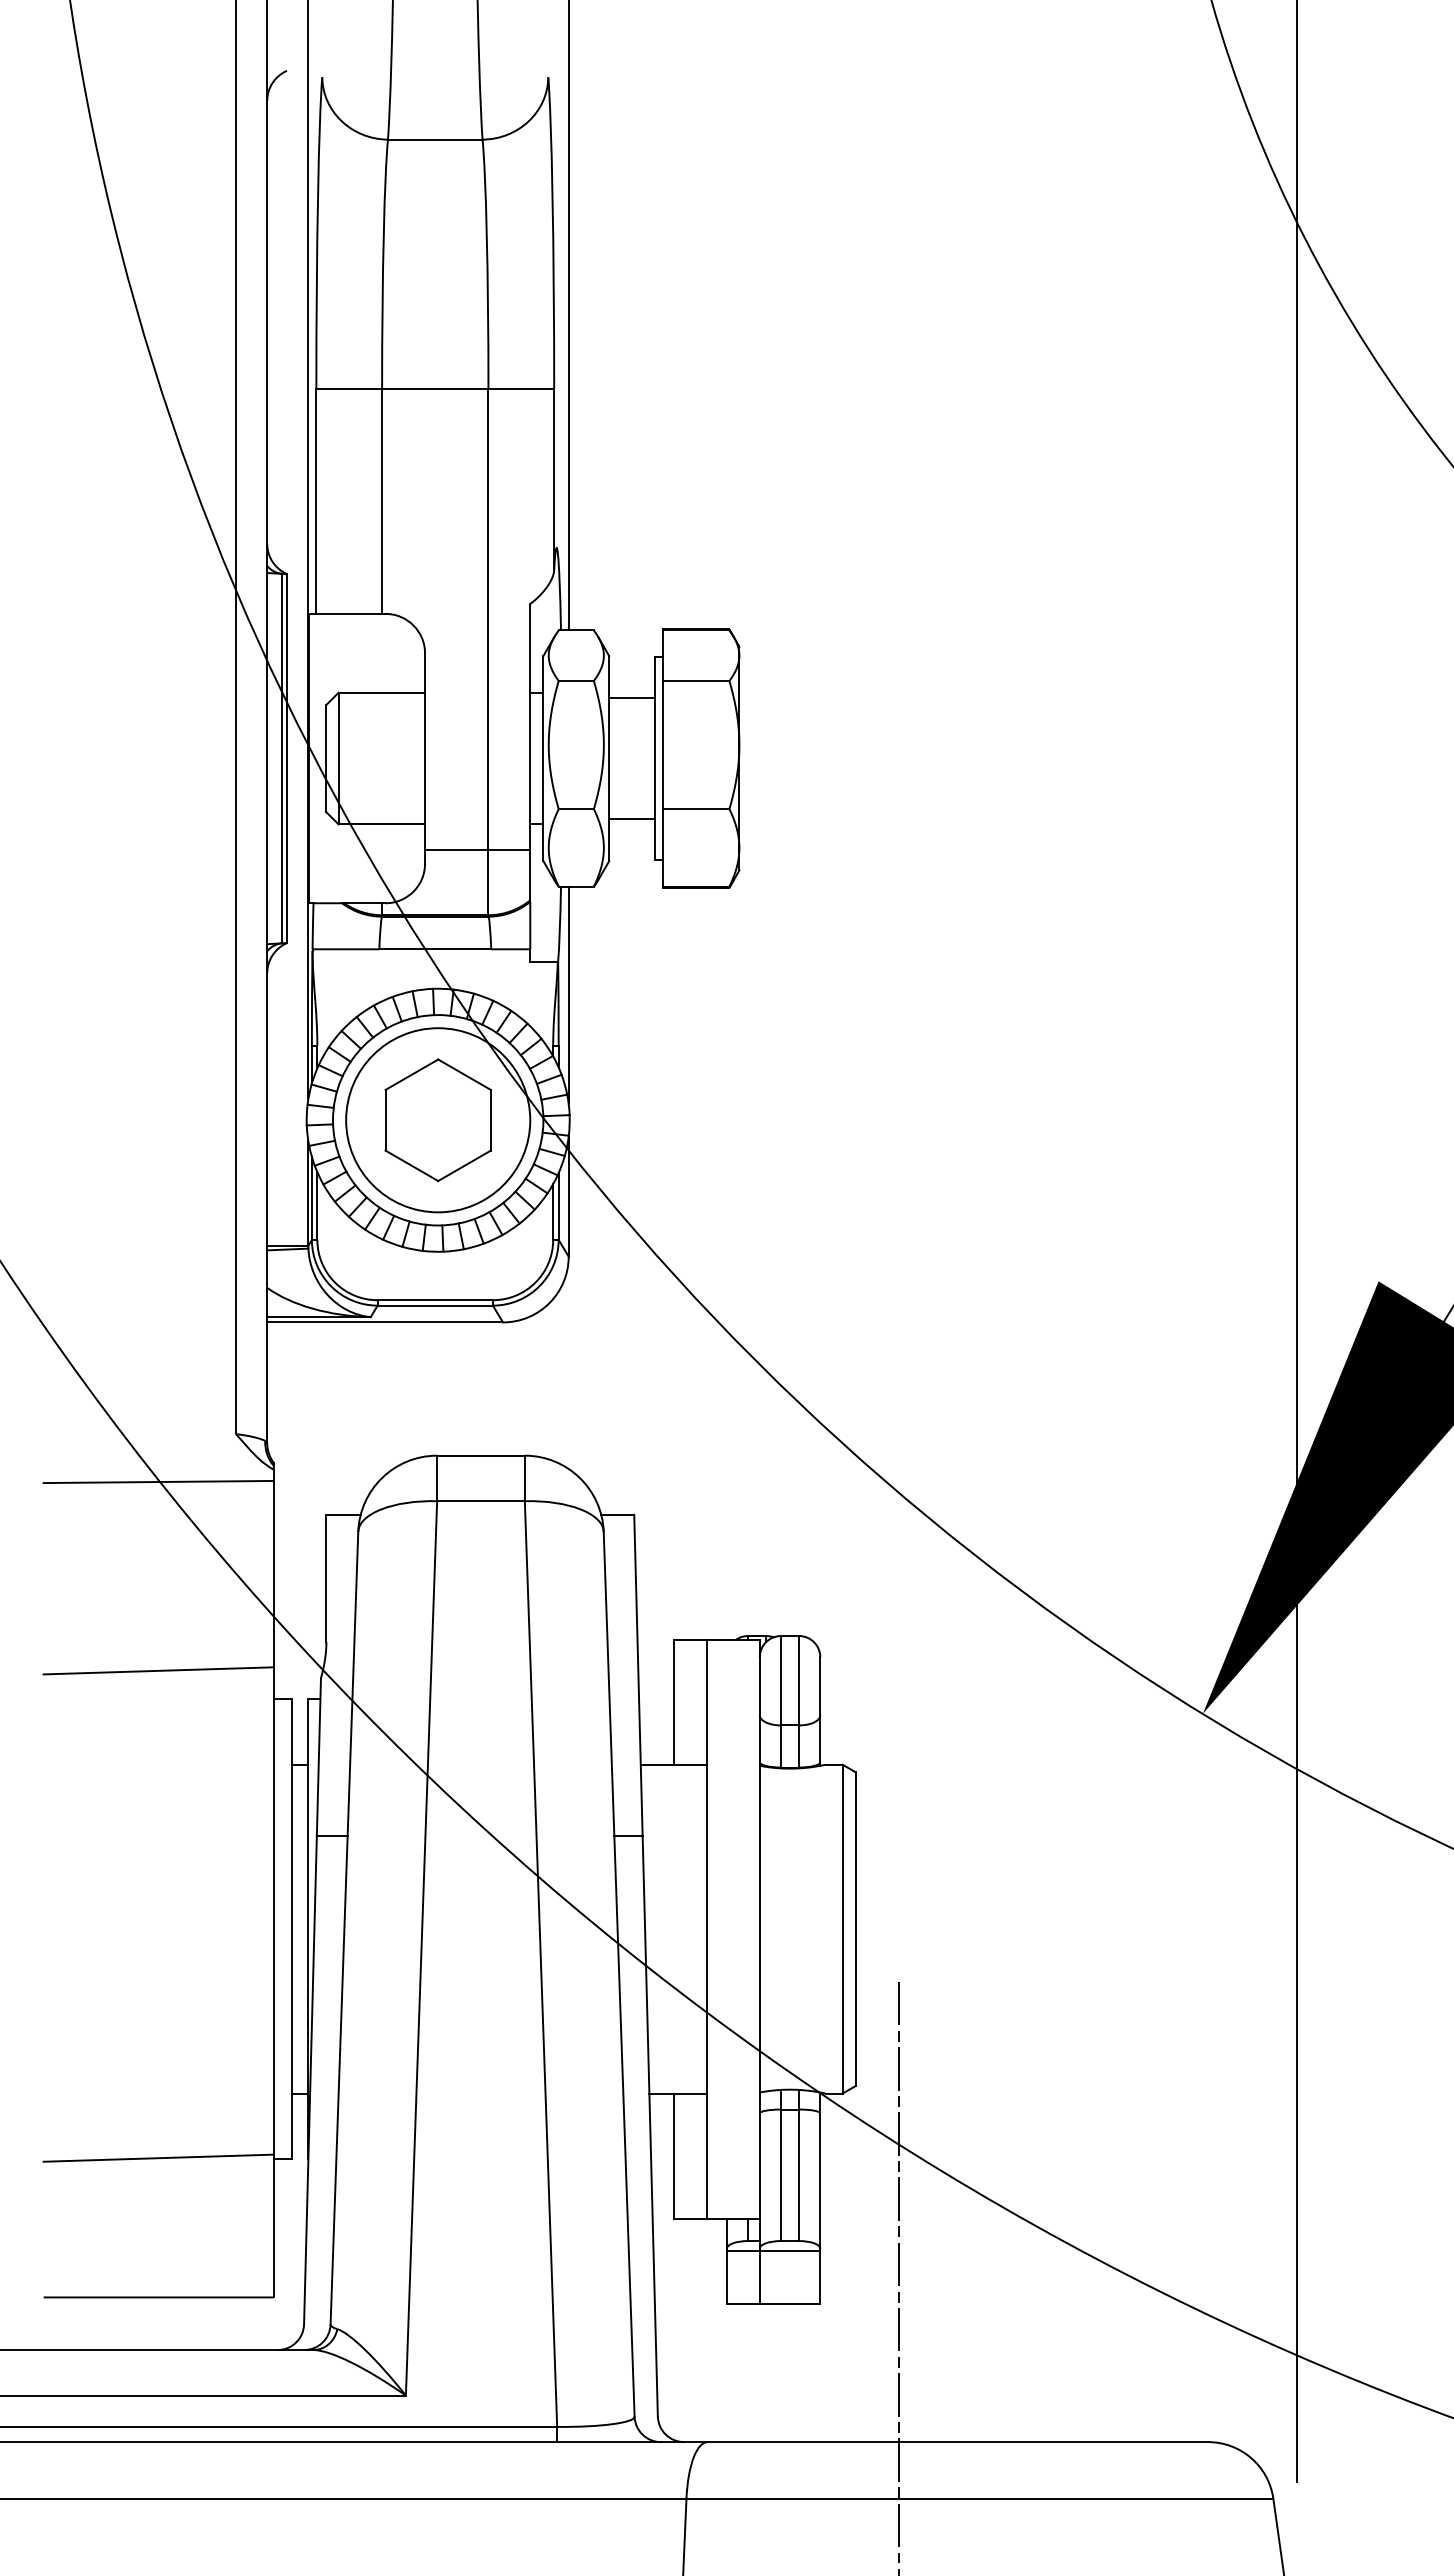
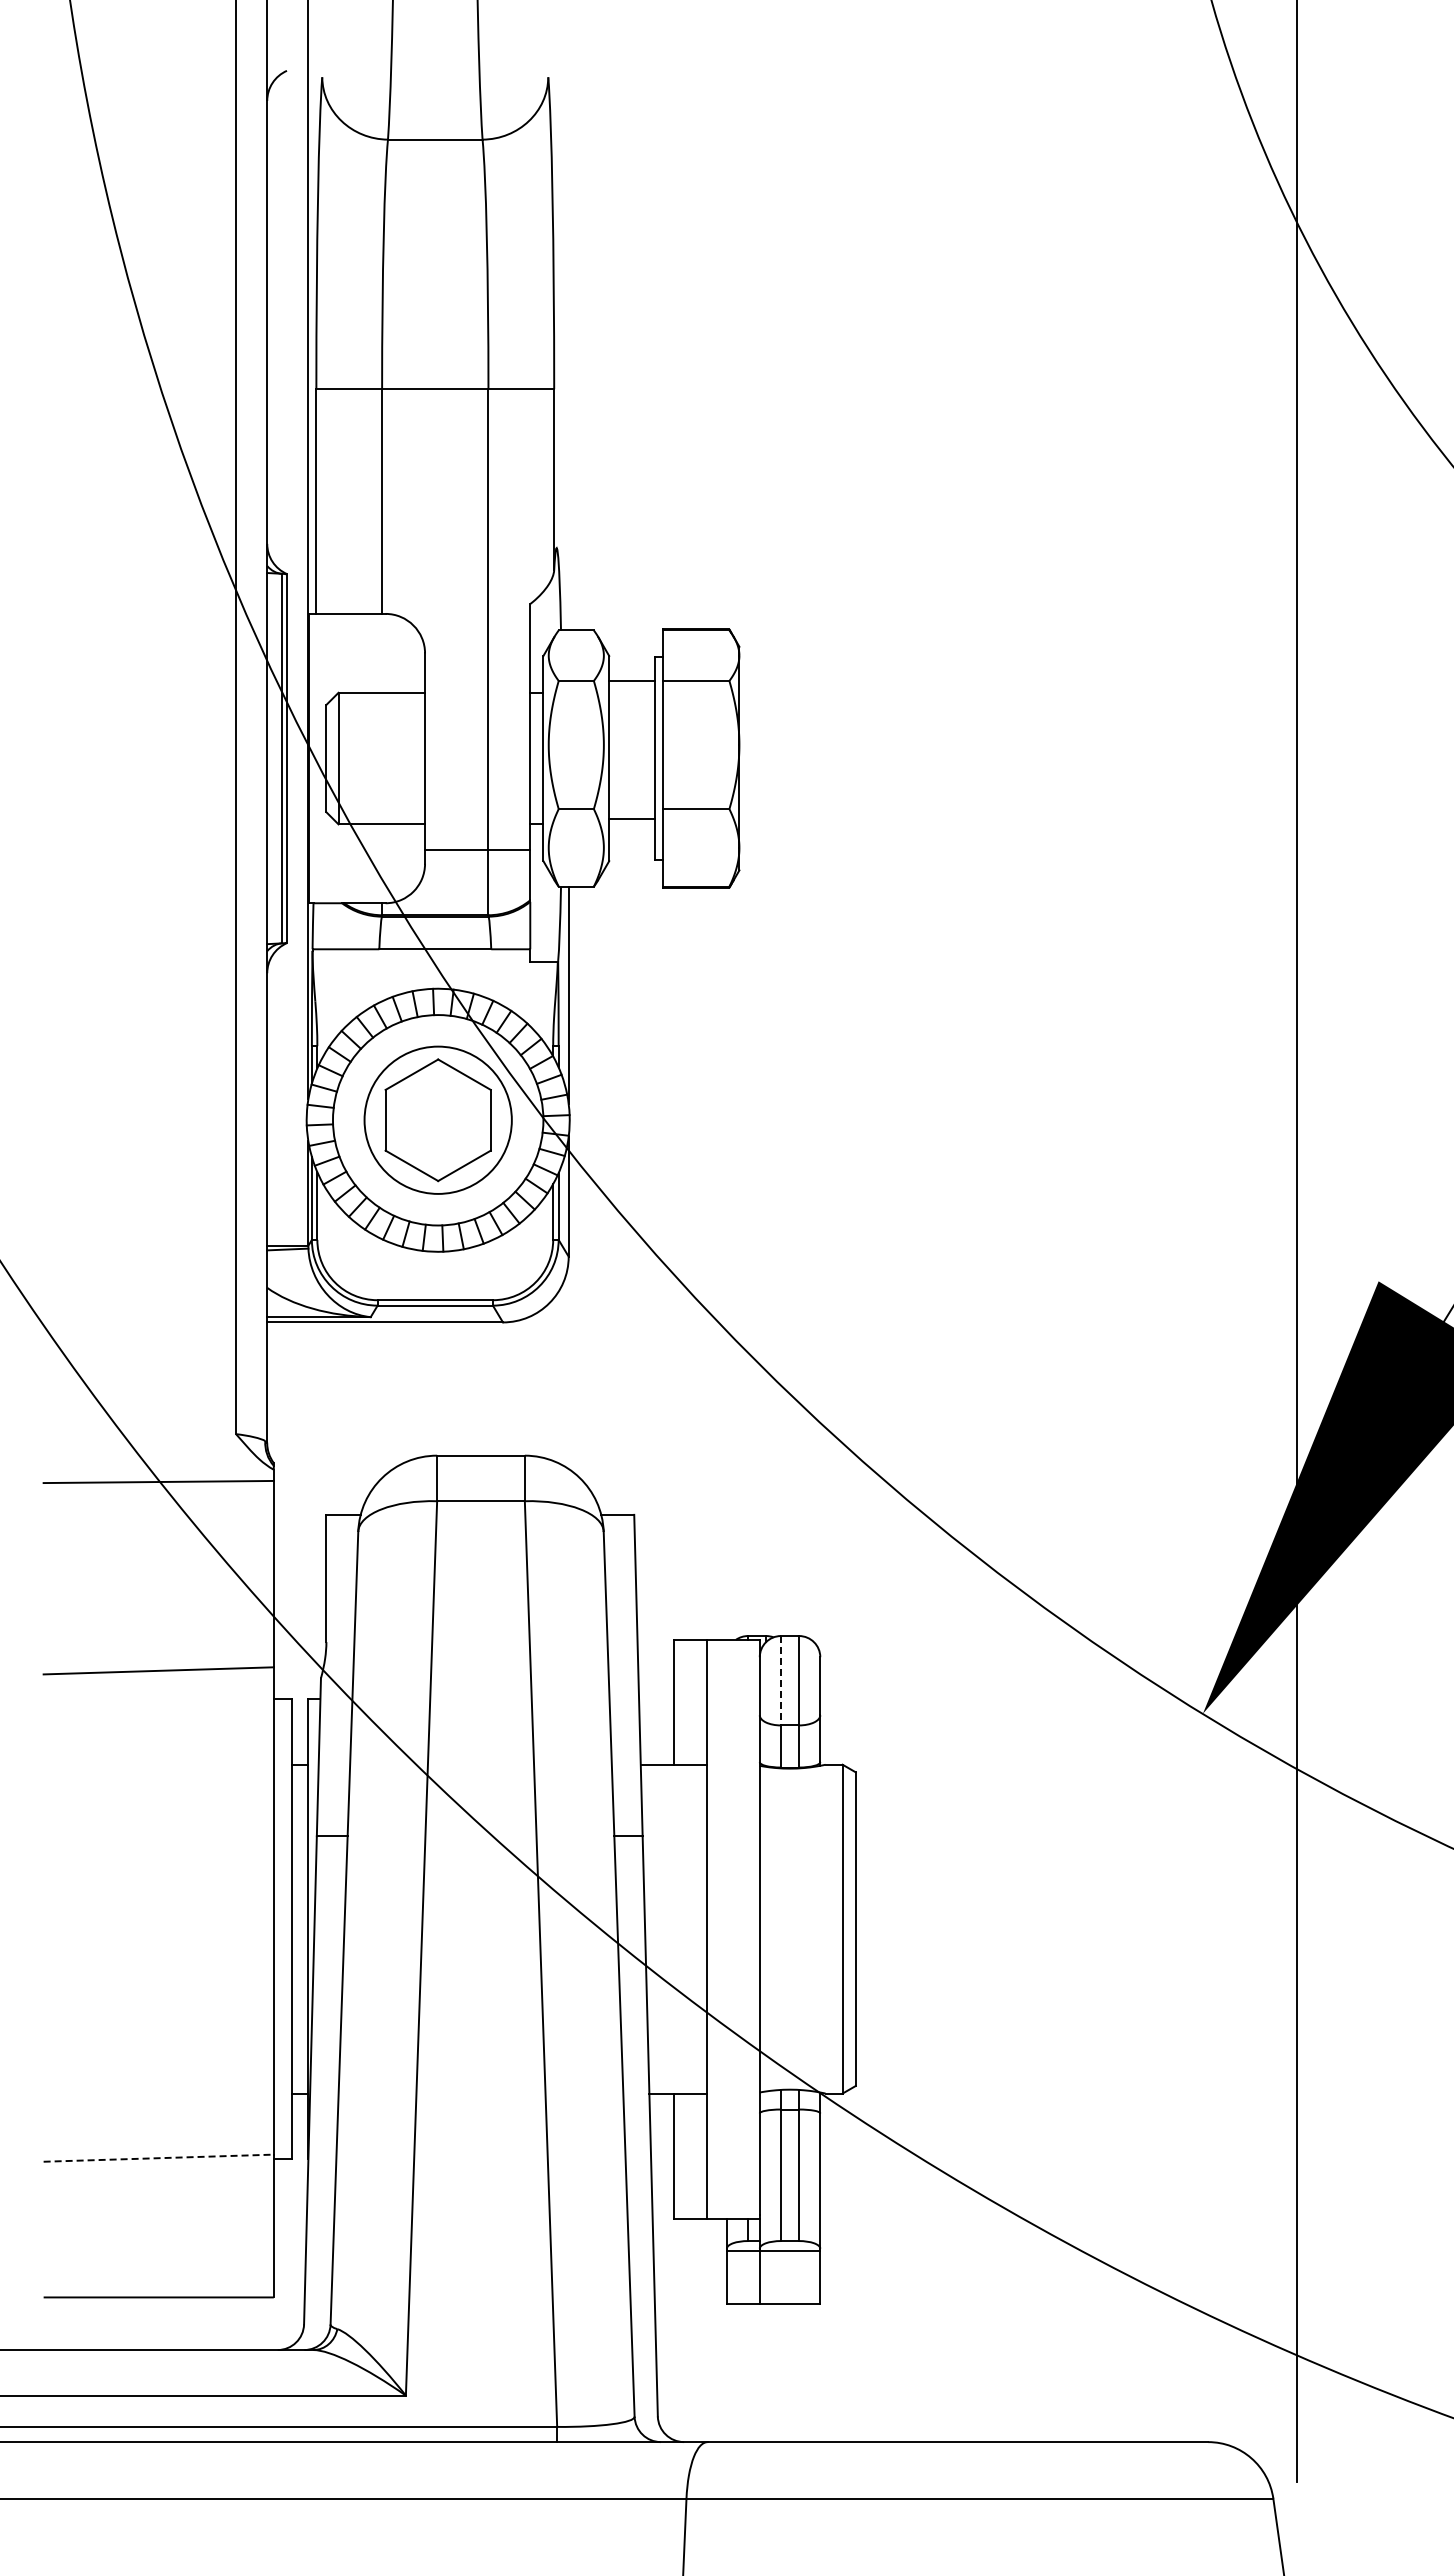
line at (568, 316): present -> none
line at (632, 698) position: (632, 698) -> (632, 681)
circle at (438, 1120) diameter: 184 px -> 147 px
line at (780, 1680): solid -> dashed
line at (159, 2158): solid -> dashed
line at (898, 2276): present -> none
